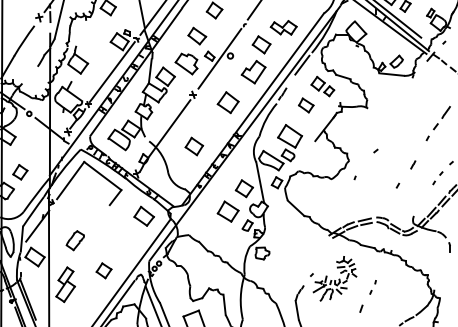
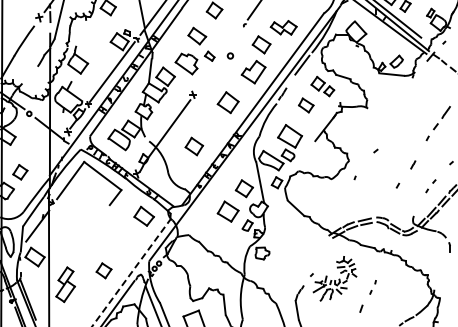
line at (219, 58): present -> none
part at (437, 178) position: (437, 178) -> (430, 186)
part at (74, 240): present -> none
line at (131, 272): solid -> dashed
